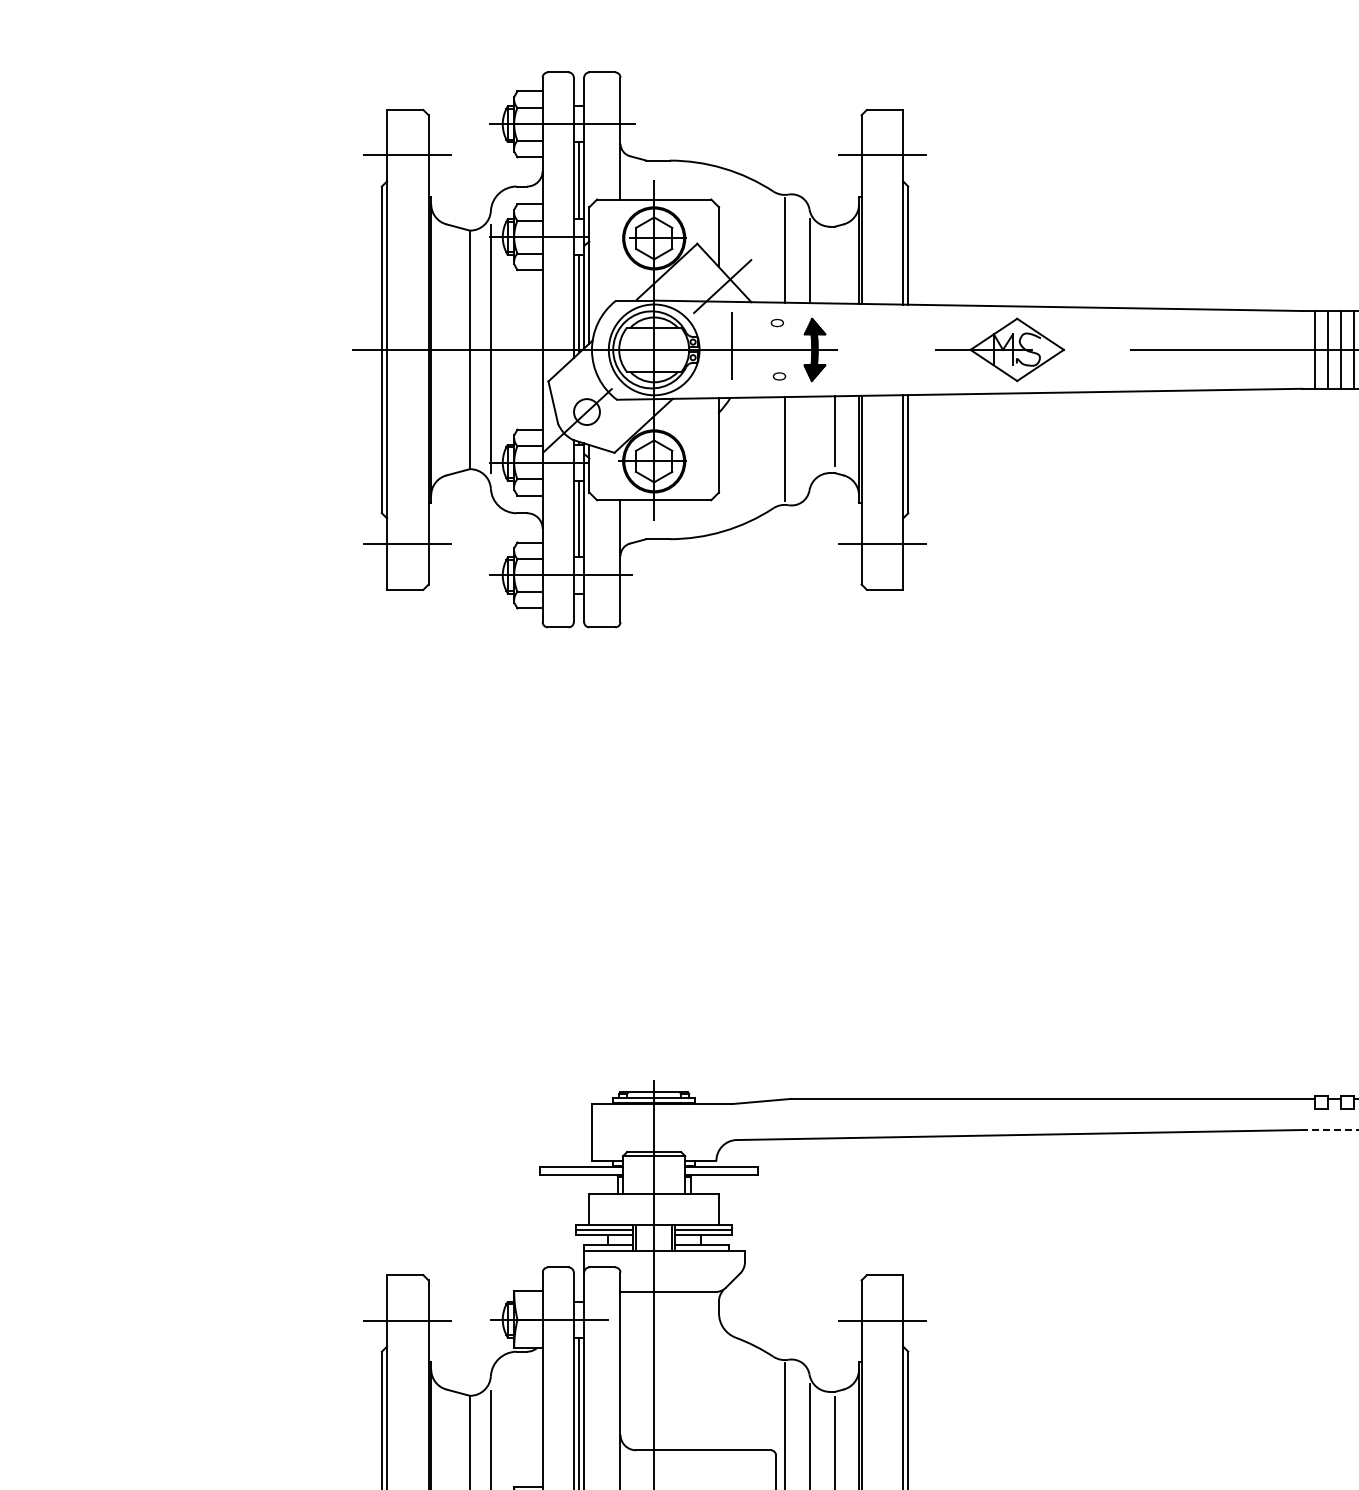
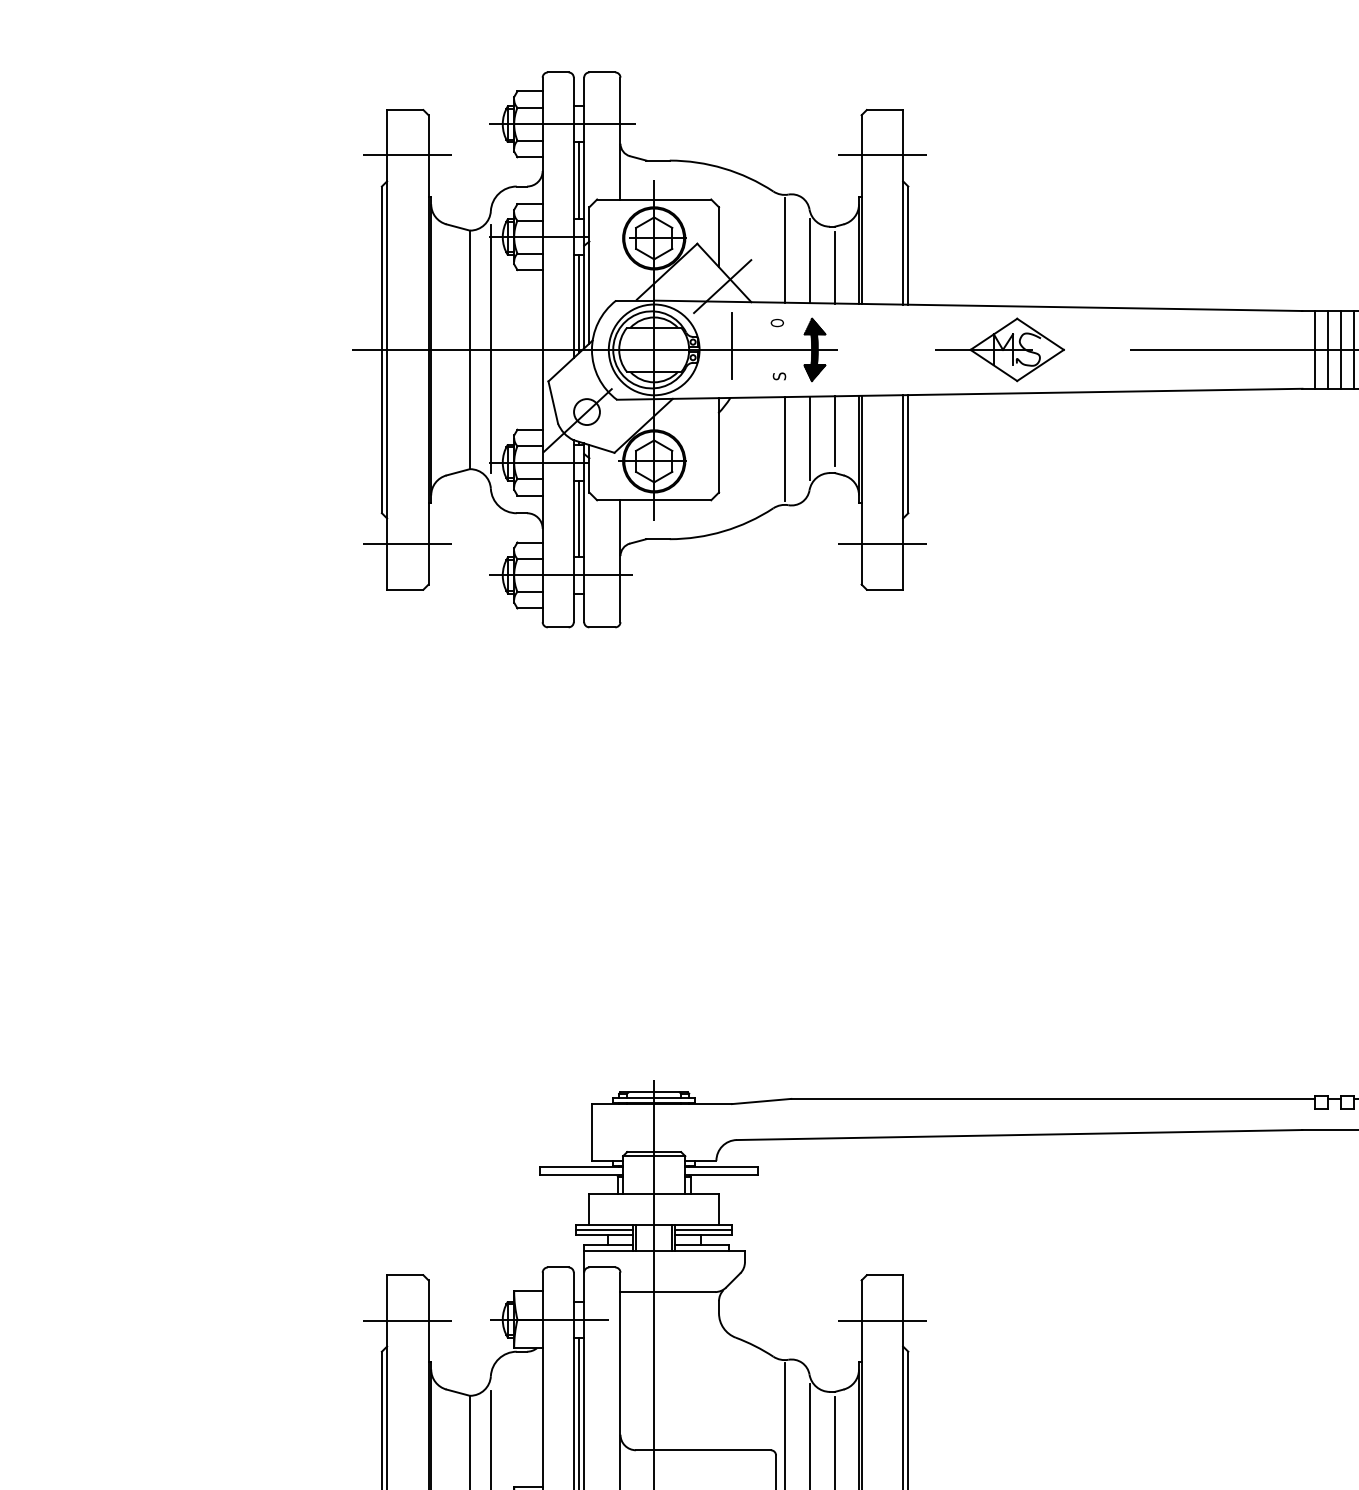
line at (834, 267): none -> present
text at (779, 376): O -> S
line at (809, 438): none -> present
line at (1330, 1130): dashed -> solid
